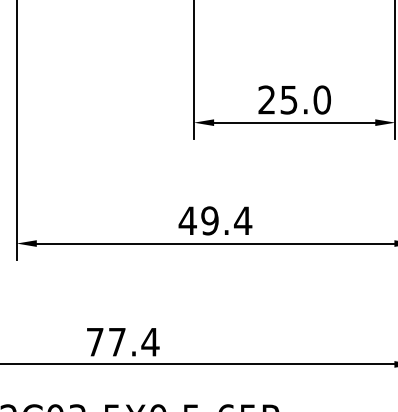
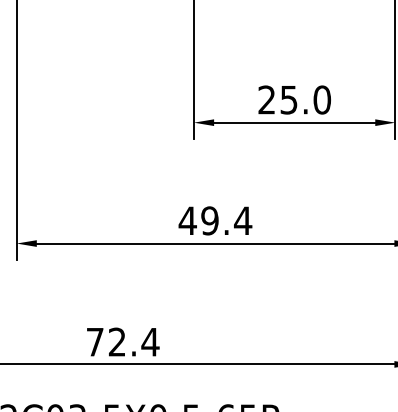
text at (116, 341): 77.4 -> 72.4
